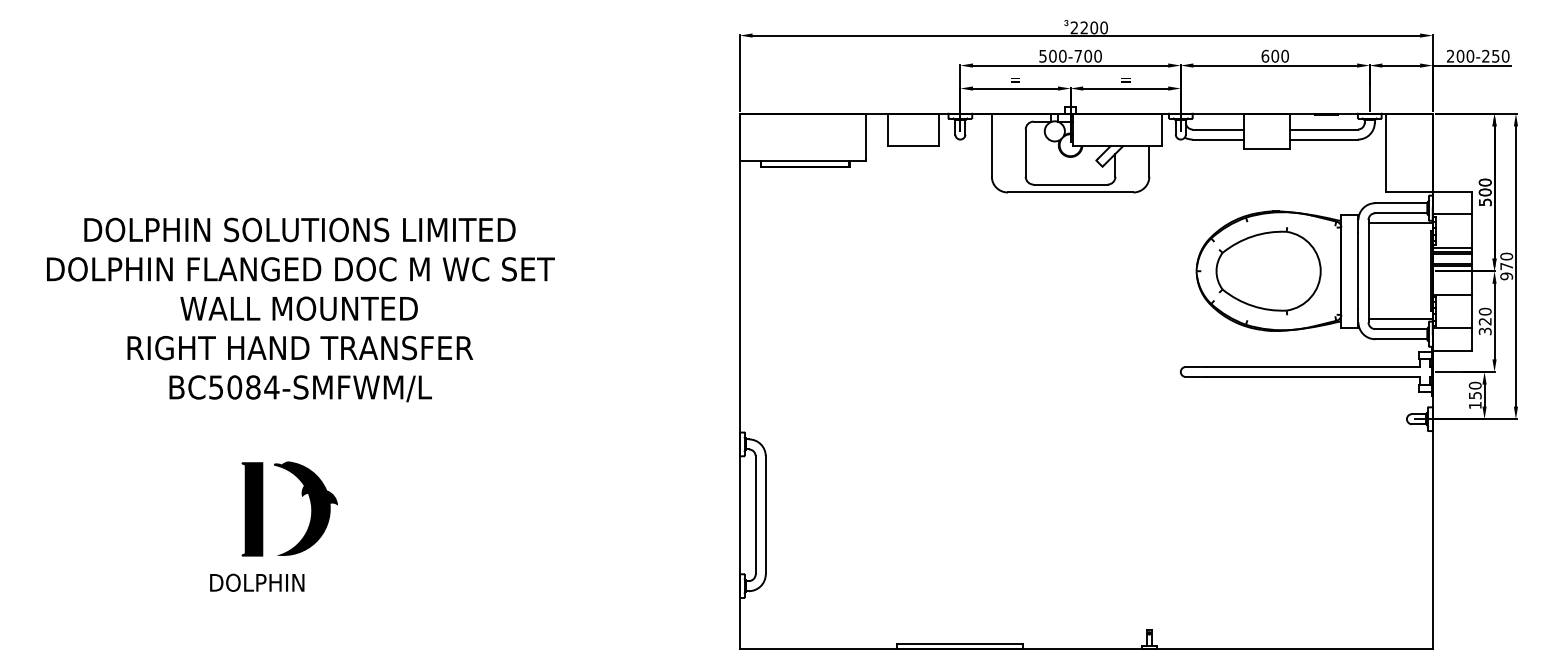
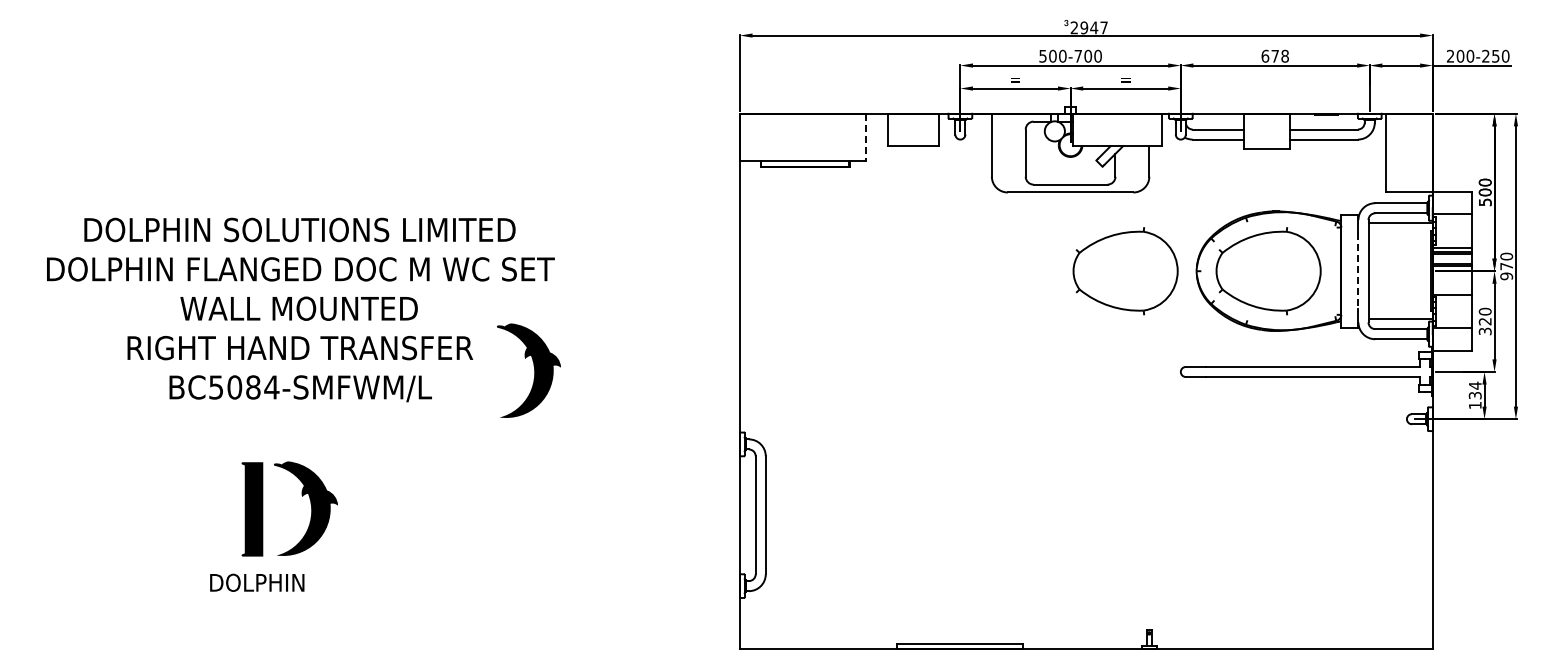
text at (1093, 27): 2200 -> 2947
text at (1279, 55): 600 -> 678
line at (865, 136): solid -> dashed
part at (1125, 271): none -> present
line at (1358, 271): solid -> dashed
part at (528, 370): none -> present
text at (1474, 389): 150 -> 134
